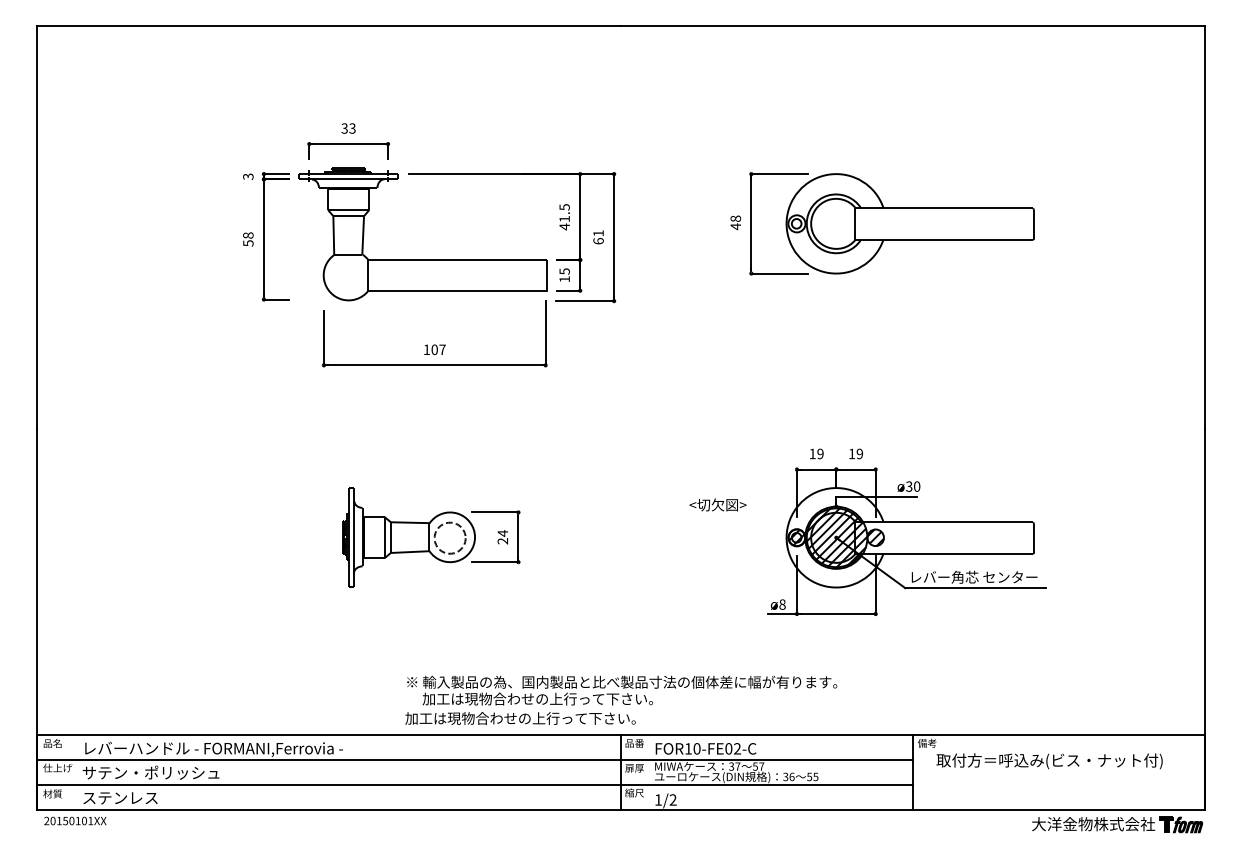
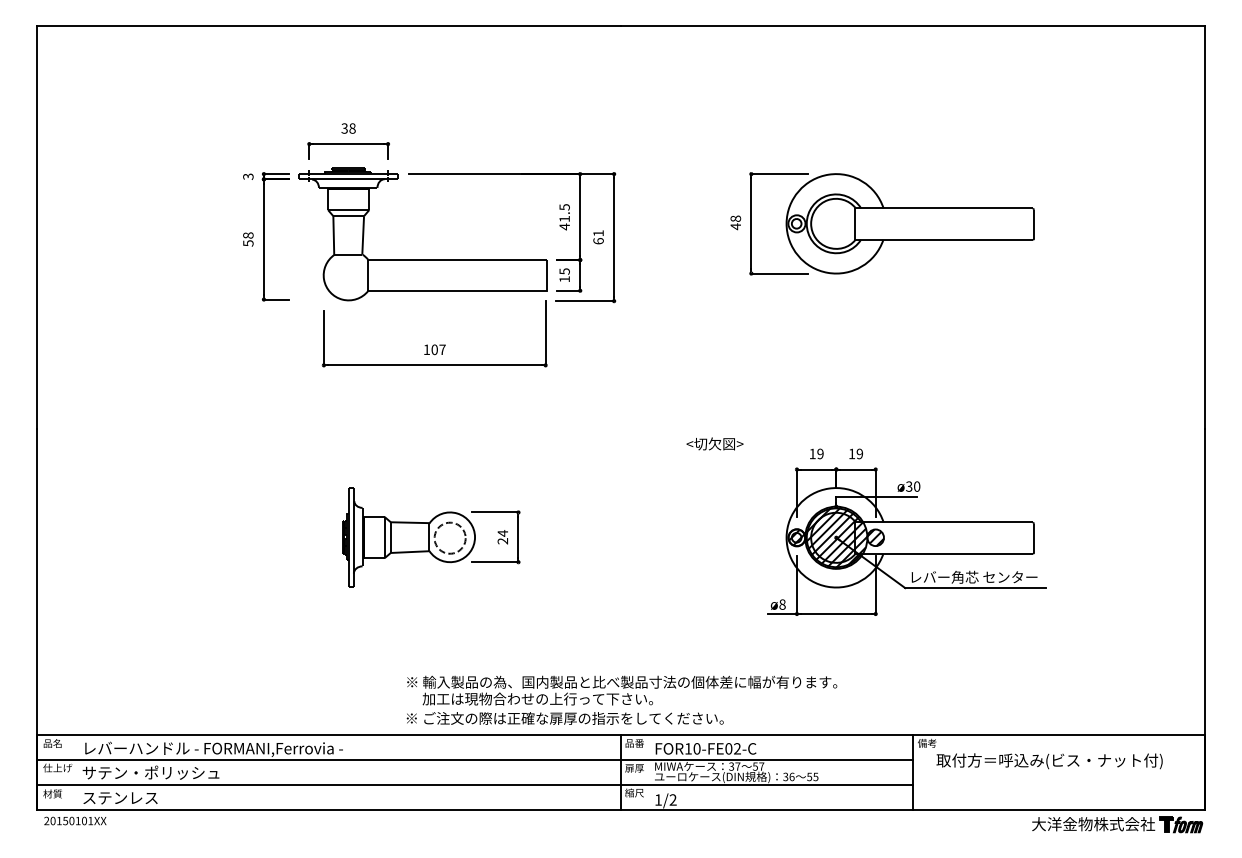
text at (352, 128): 33 -> 38
text at (717, 504) position: (717, 504) -> (714, 443)
text at (564, 718): 加工は現物合わせの上行って下さい。 -> ※ ご注文の際は正確な扉厚の指示をしてください。
